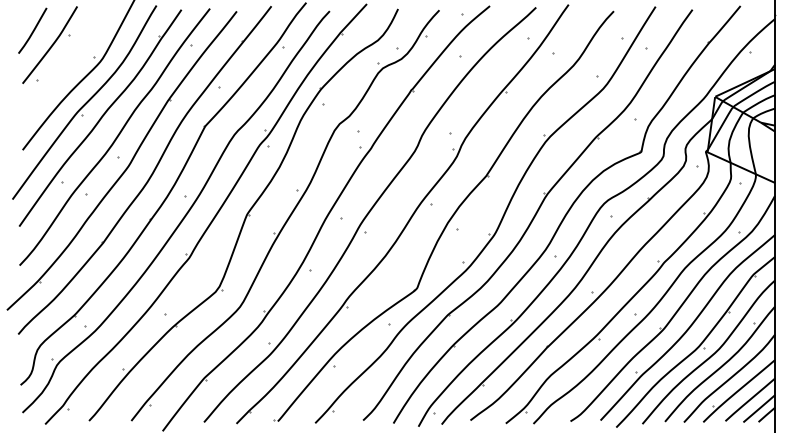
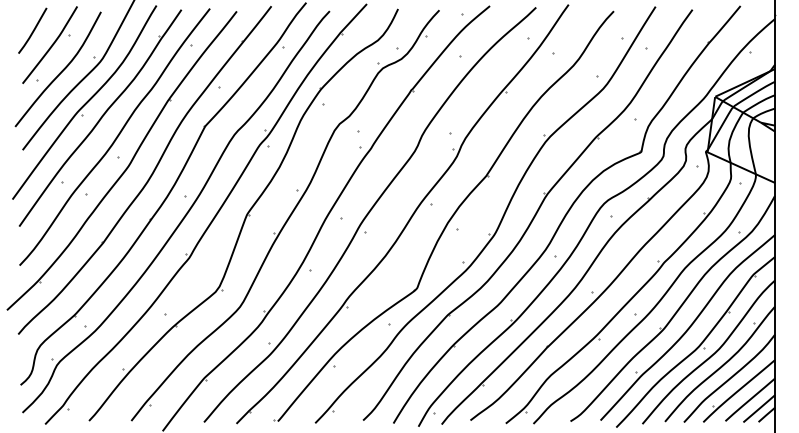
curve at (60, 71): none -> present
